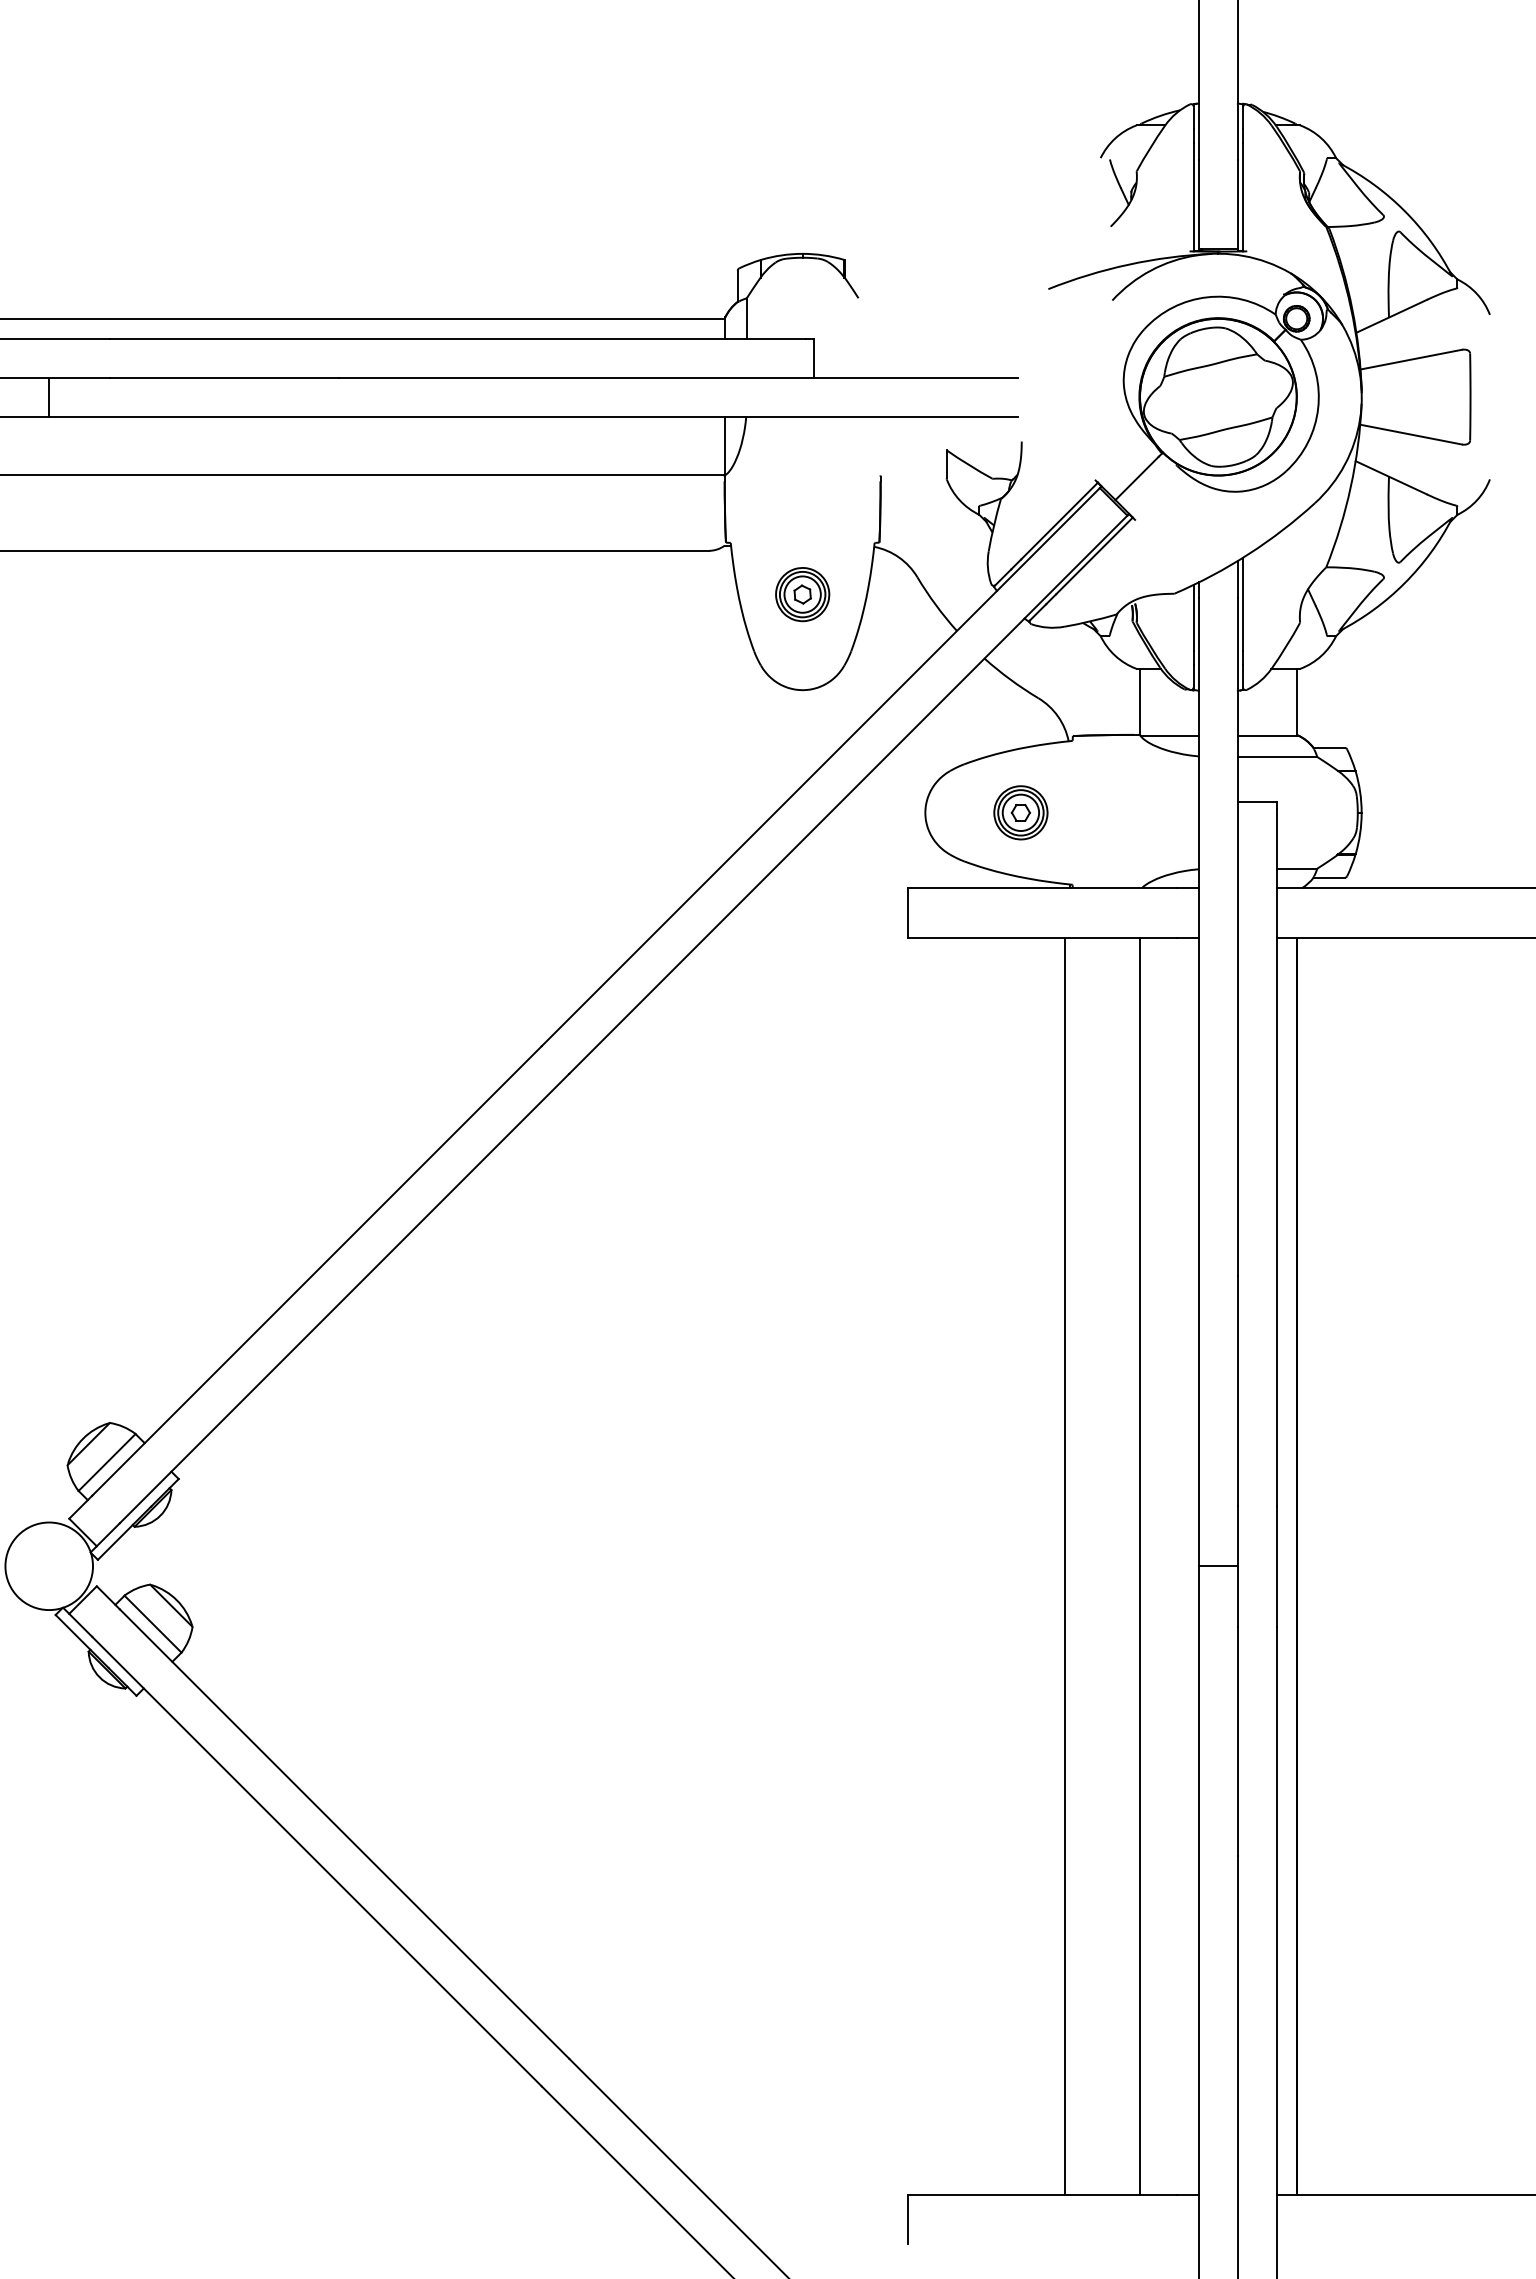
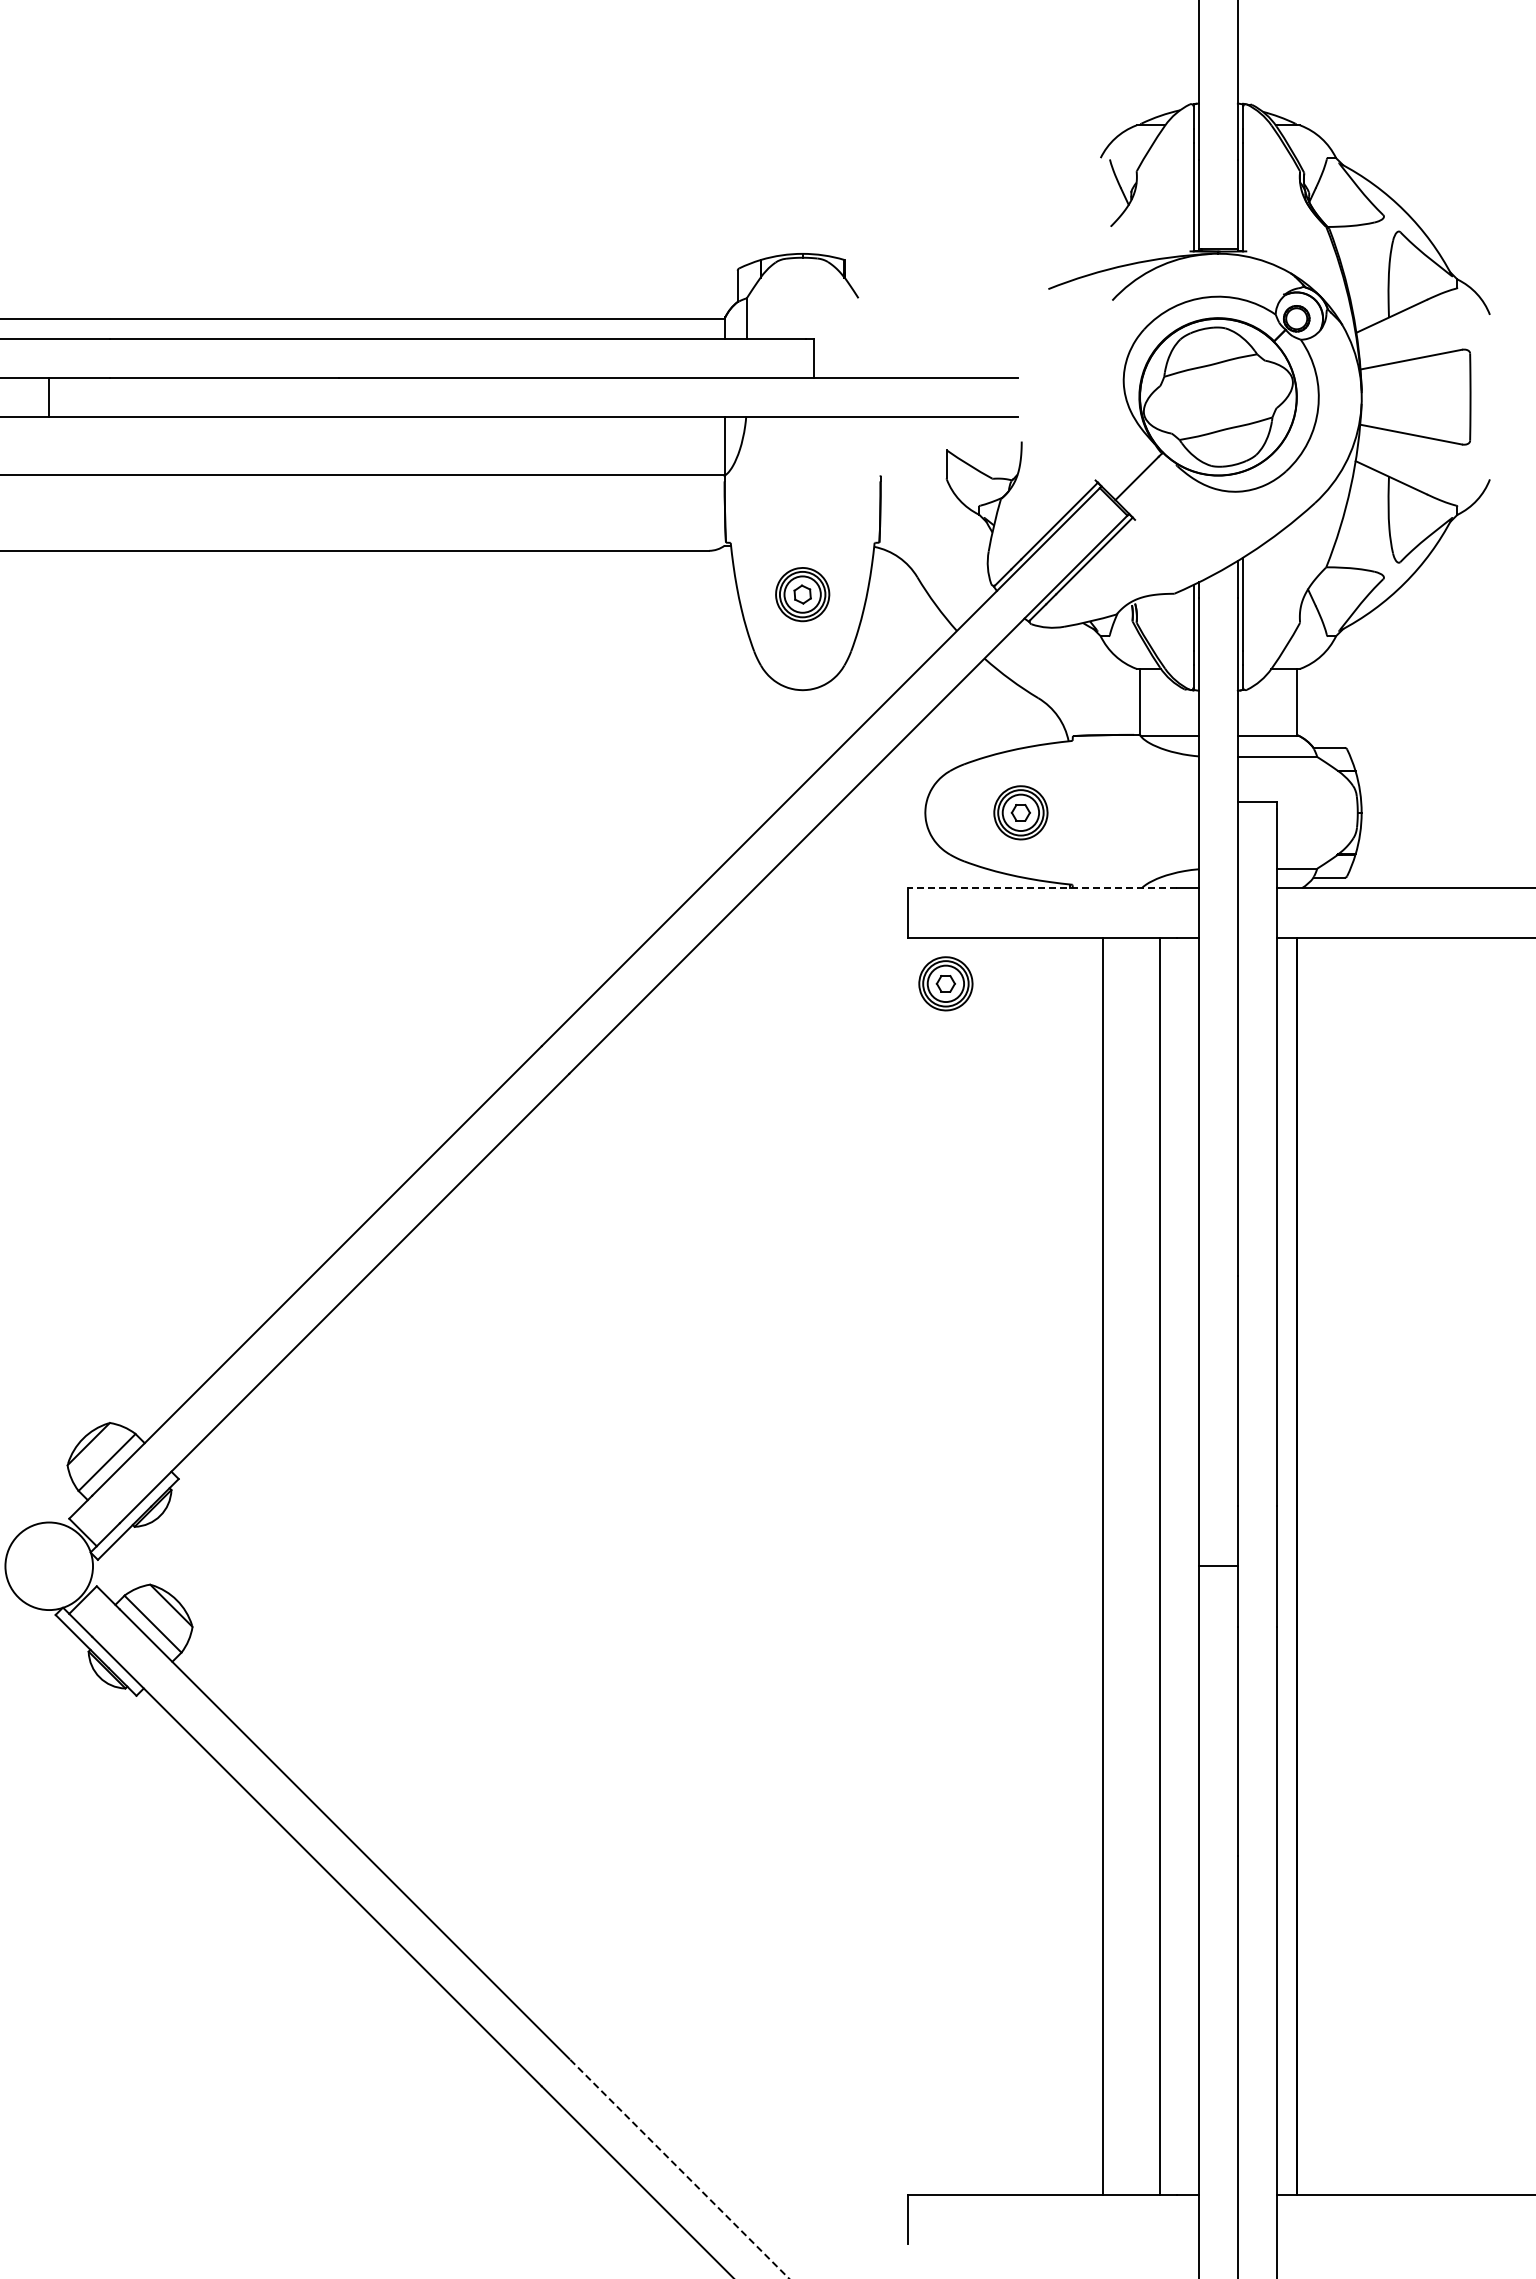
line at (1042, 888): solid -> dashed
part at (945, 983): none -> present
line at (1064, 1566) position: (1064, 1566) -> (1102, 1566)
line at (1140, 1566) position: (1140, 1566) -> (1160, 1566)
line at (678, 2168): solid -> dashed
